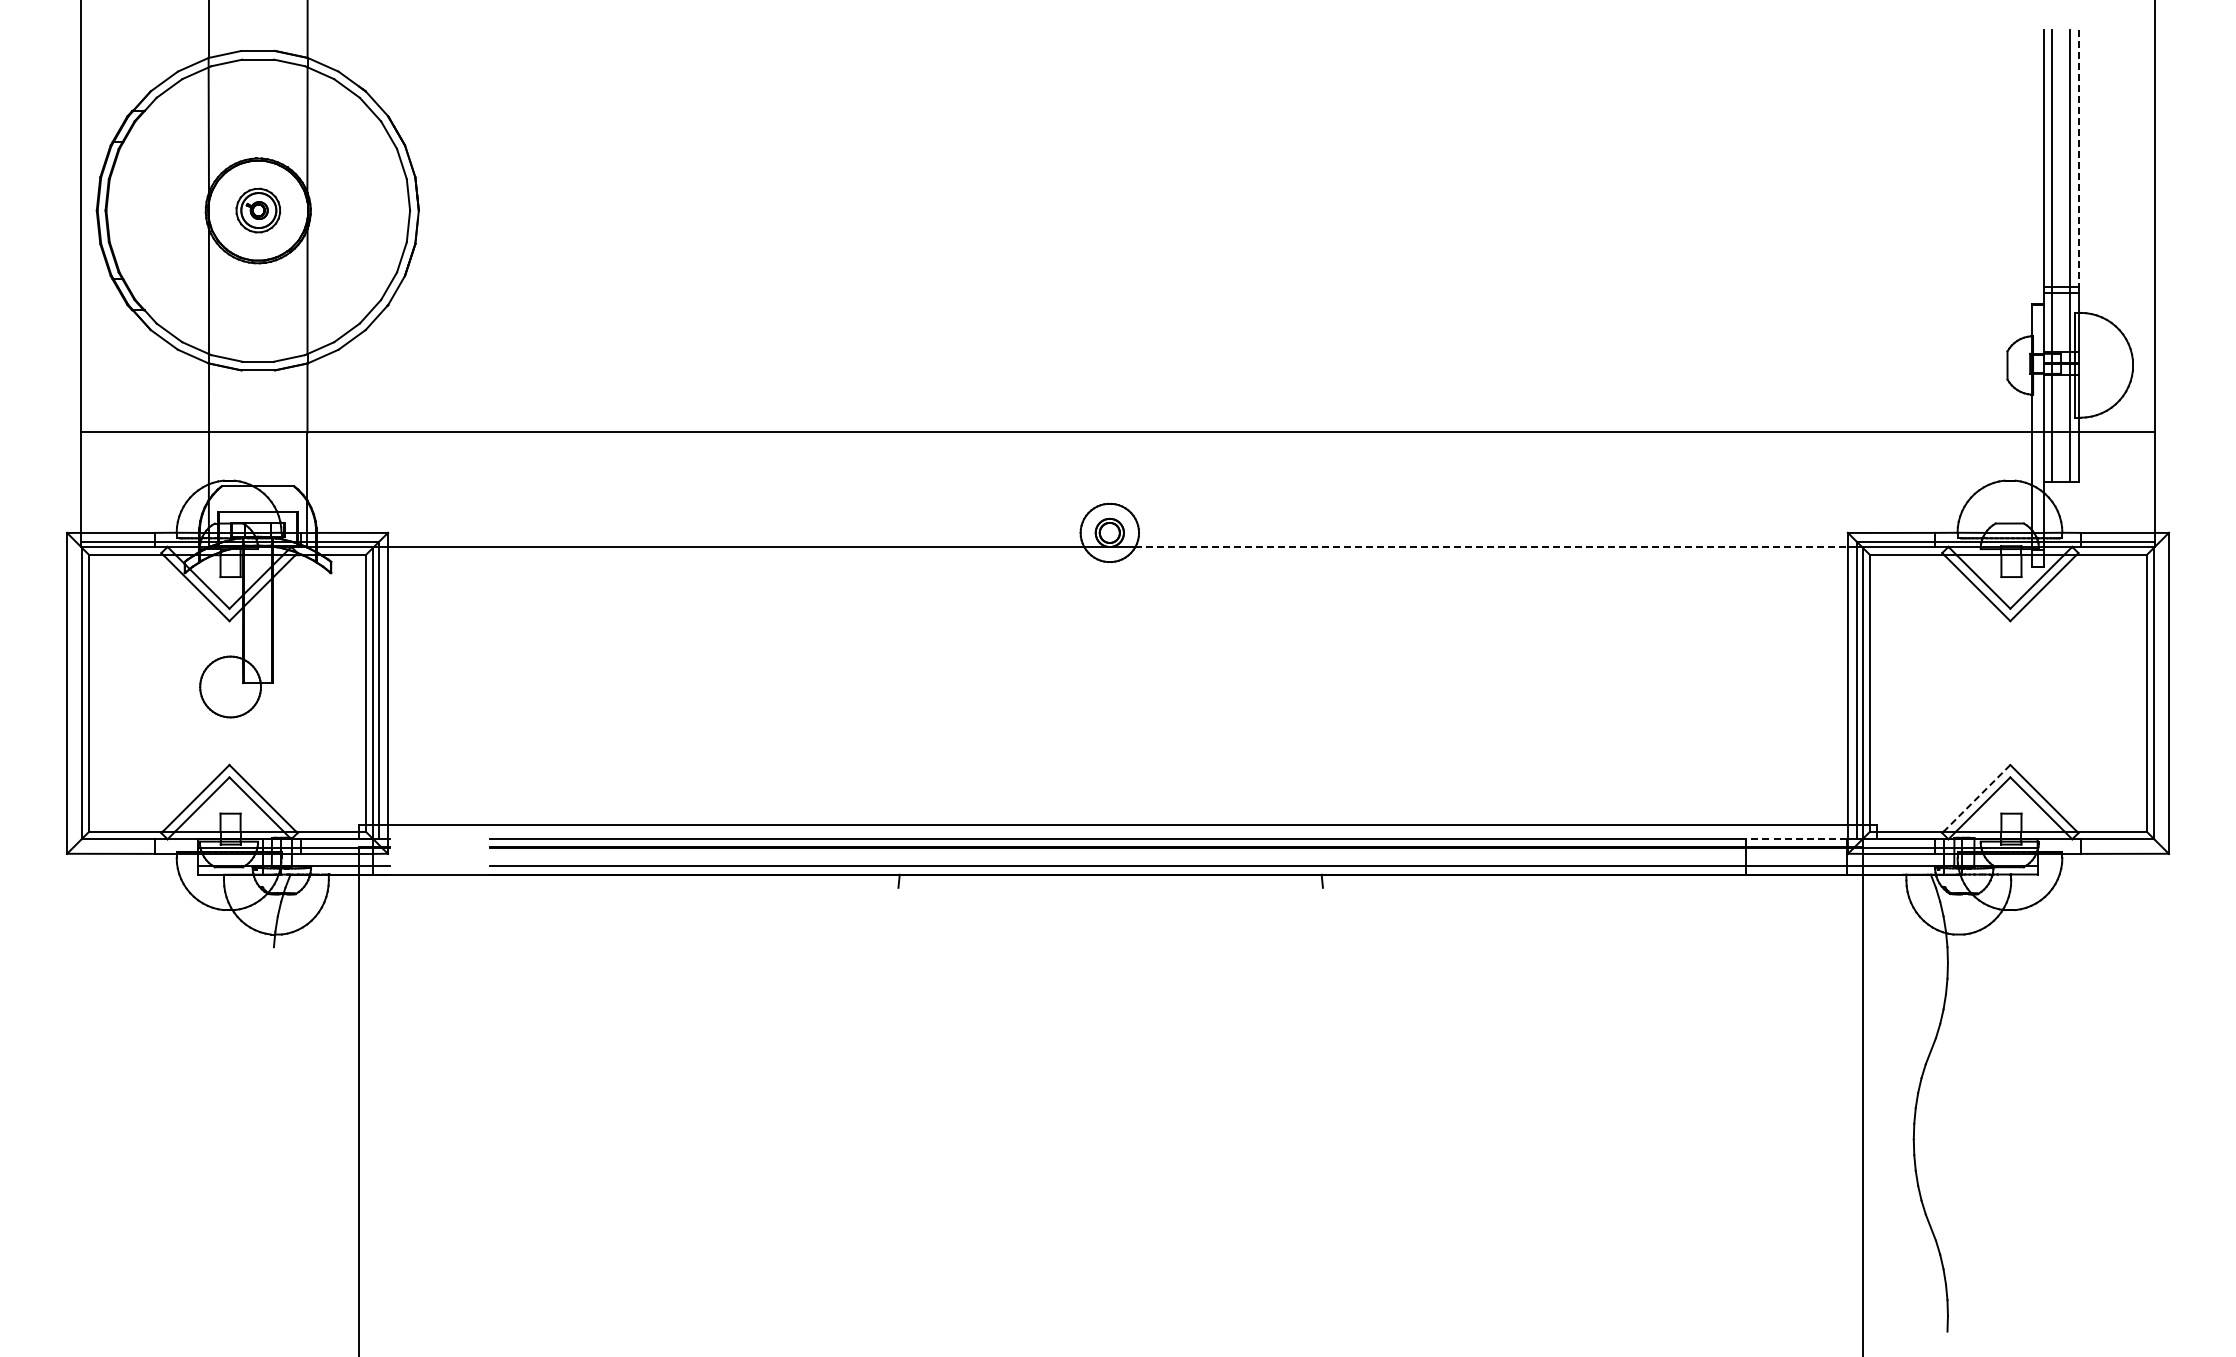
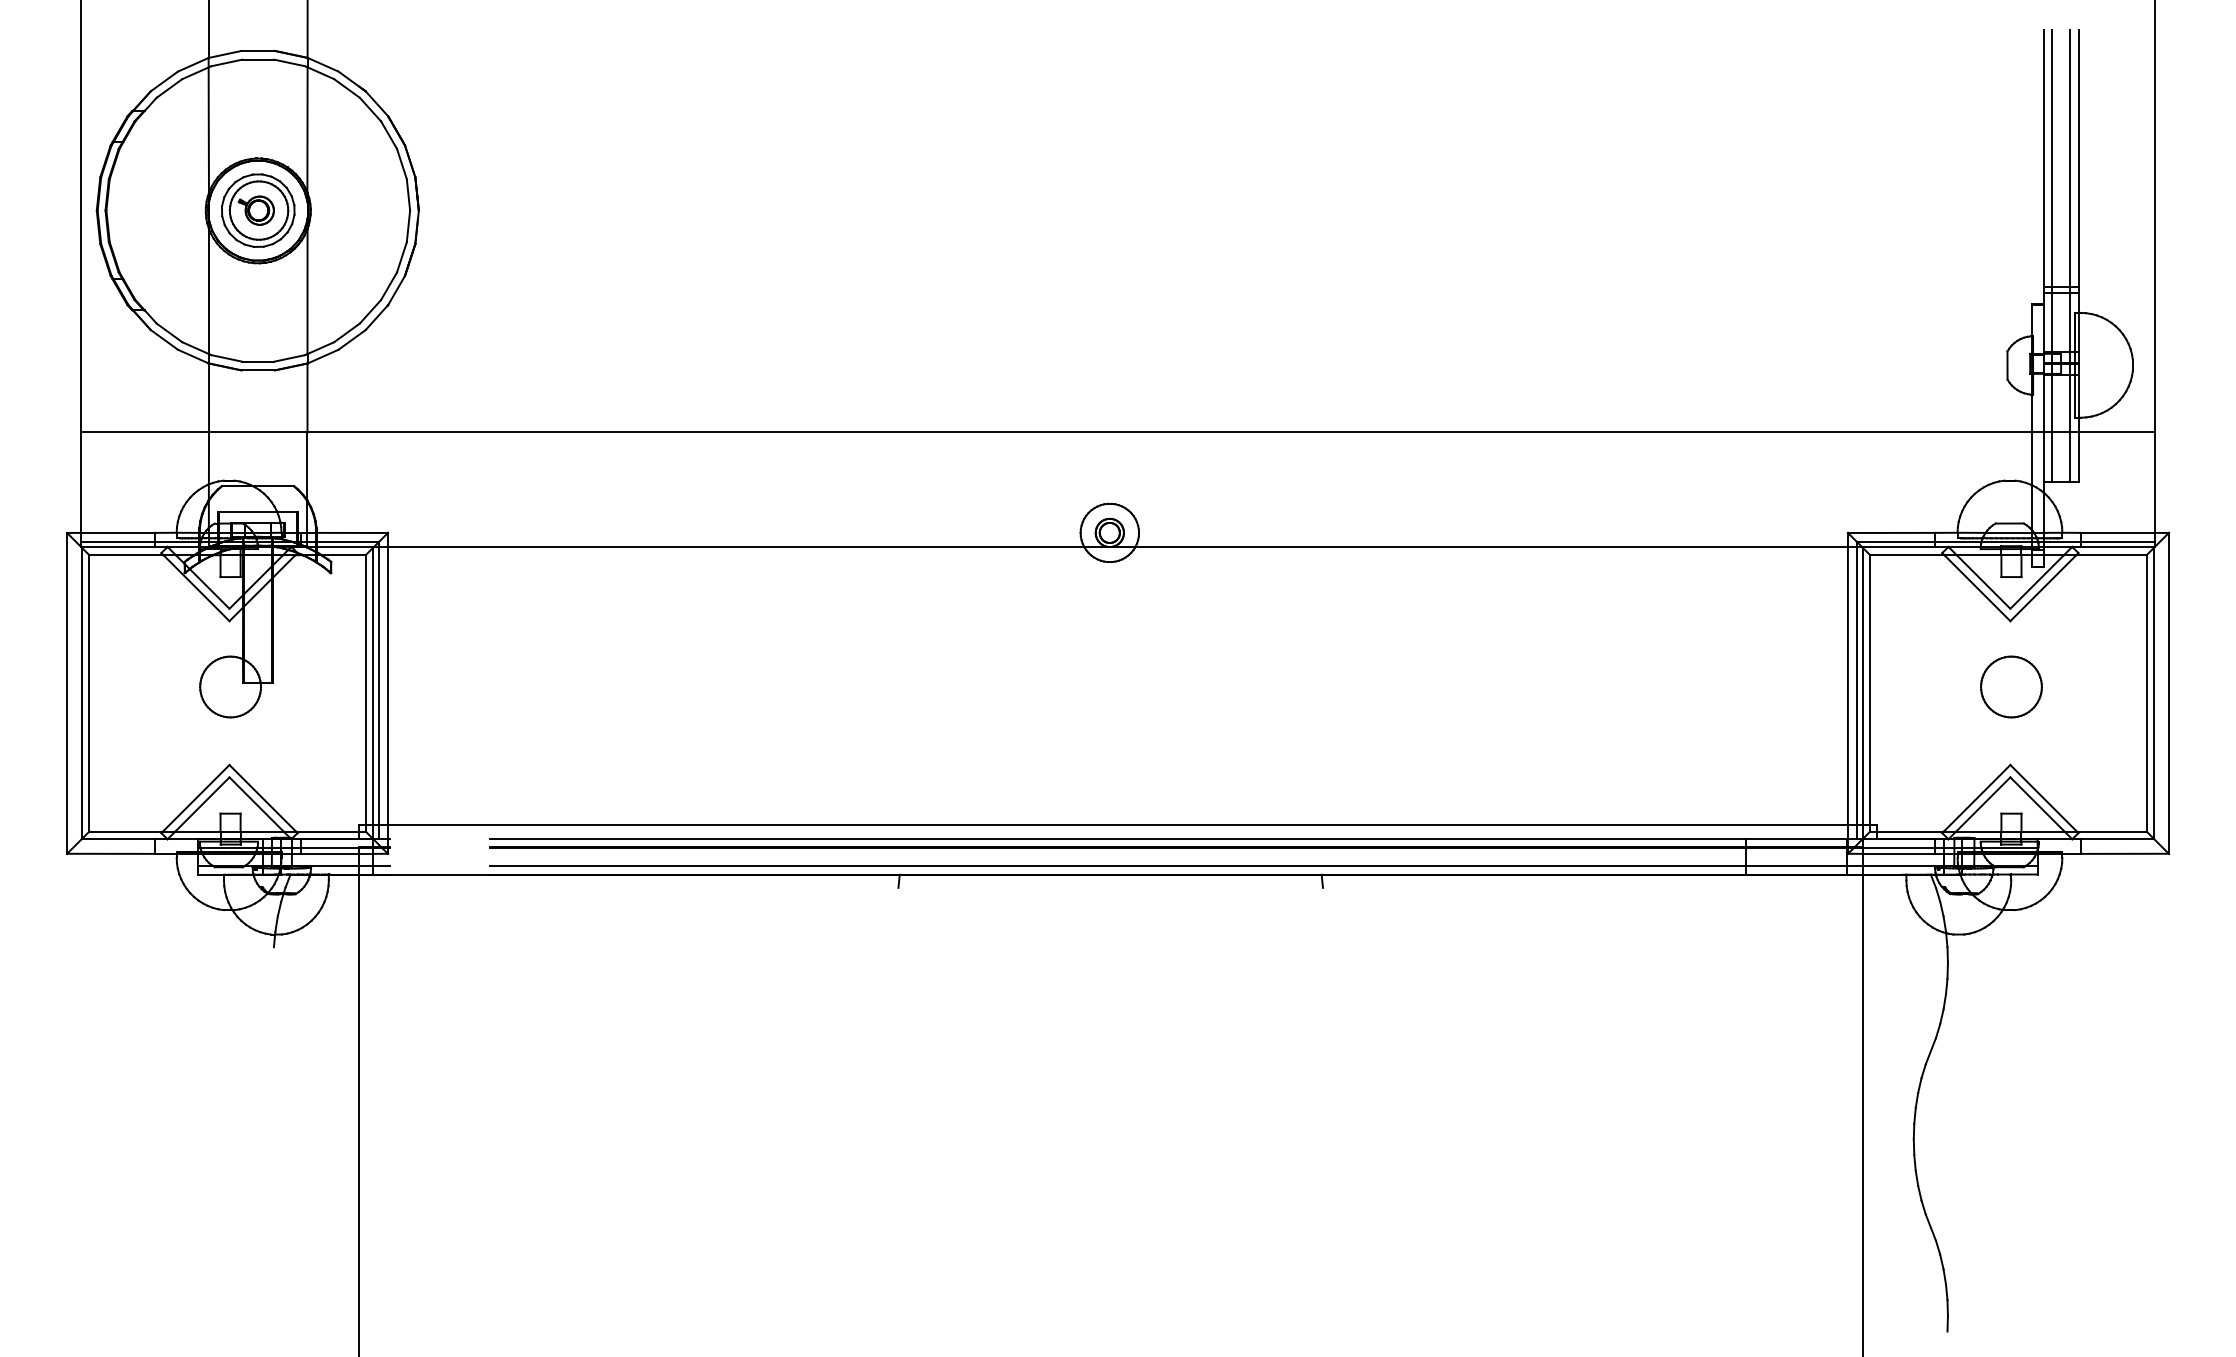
line at (2078, 158): dashed -> solid
part at (258, 210) size: 47x47 px -> 75x75 px
line at (1492, 547): dashed -> solid
part at (2011, 686): none -> present
line at (1976, 798): dashed -> solid
line at (1795, 839): dashed -> solid
